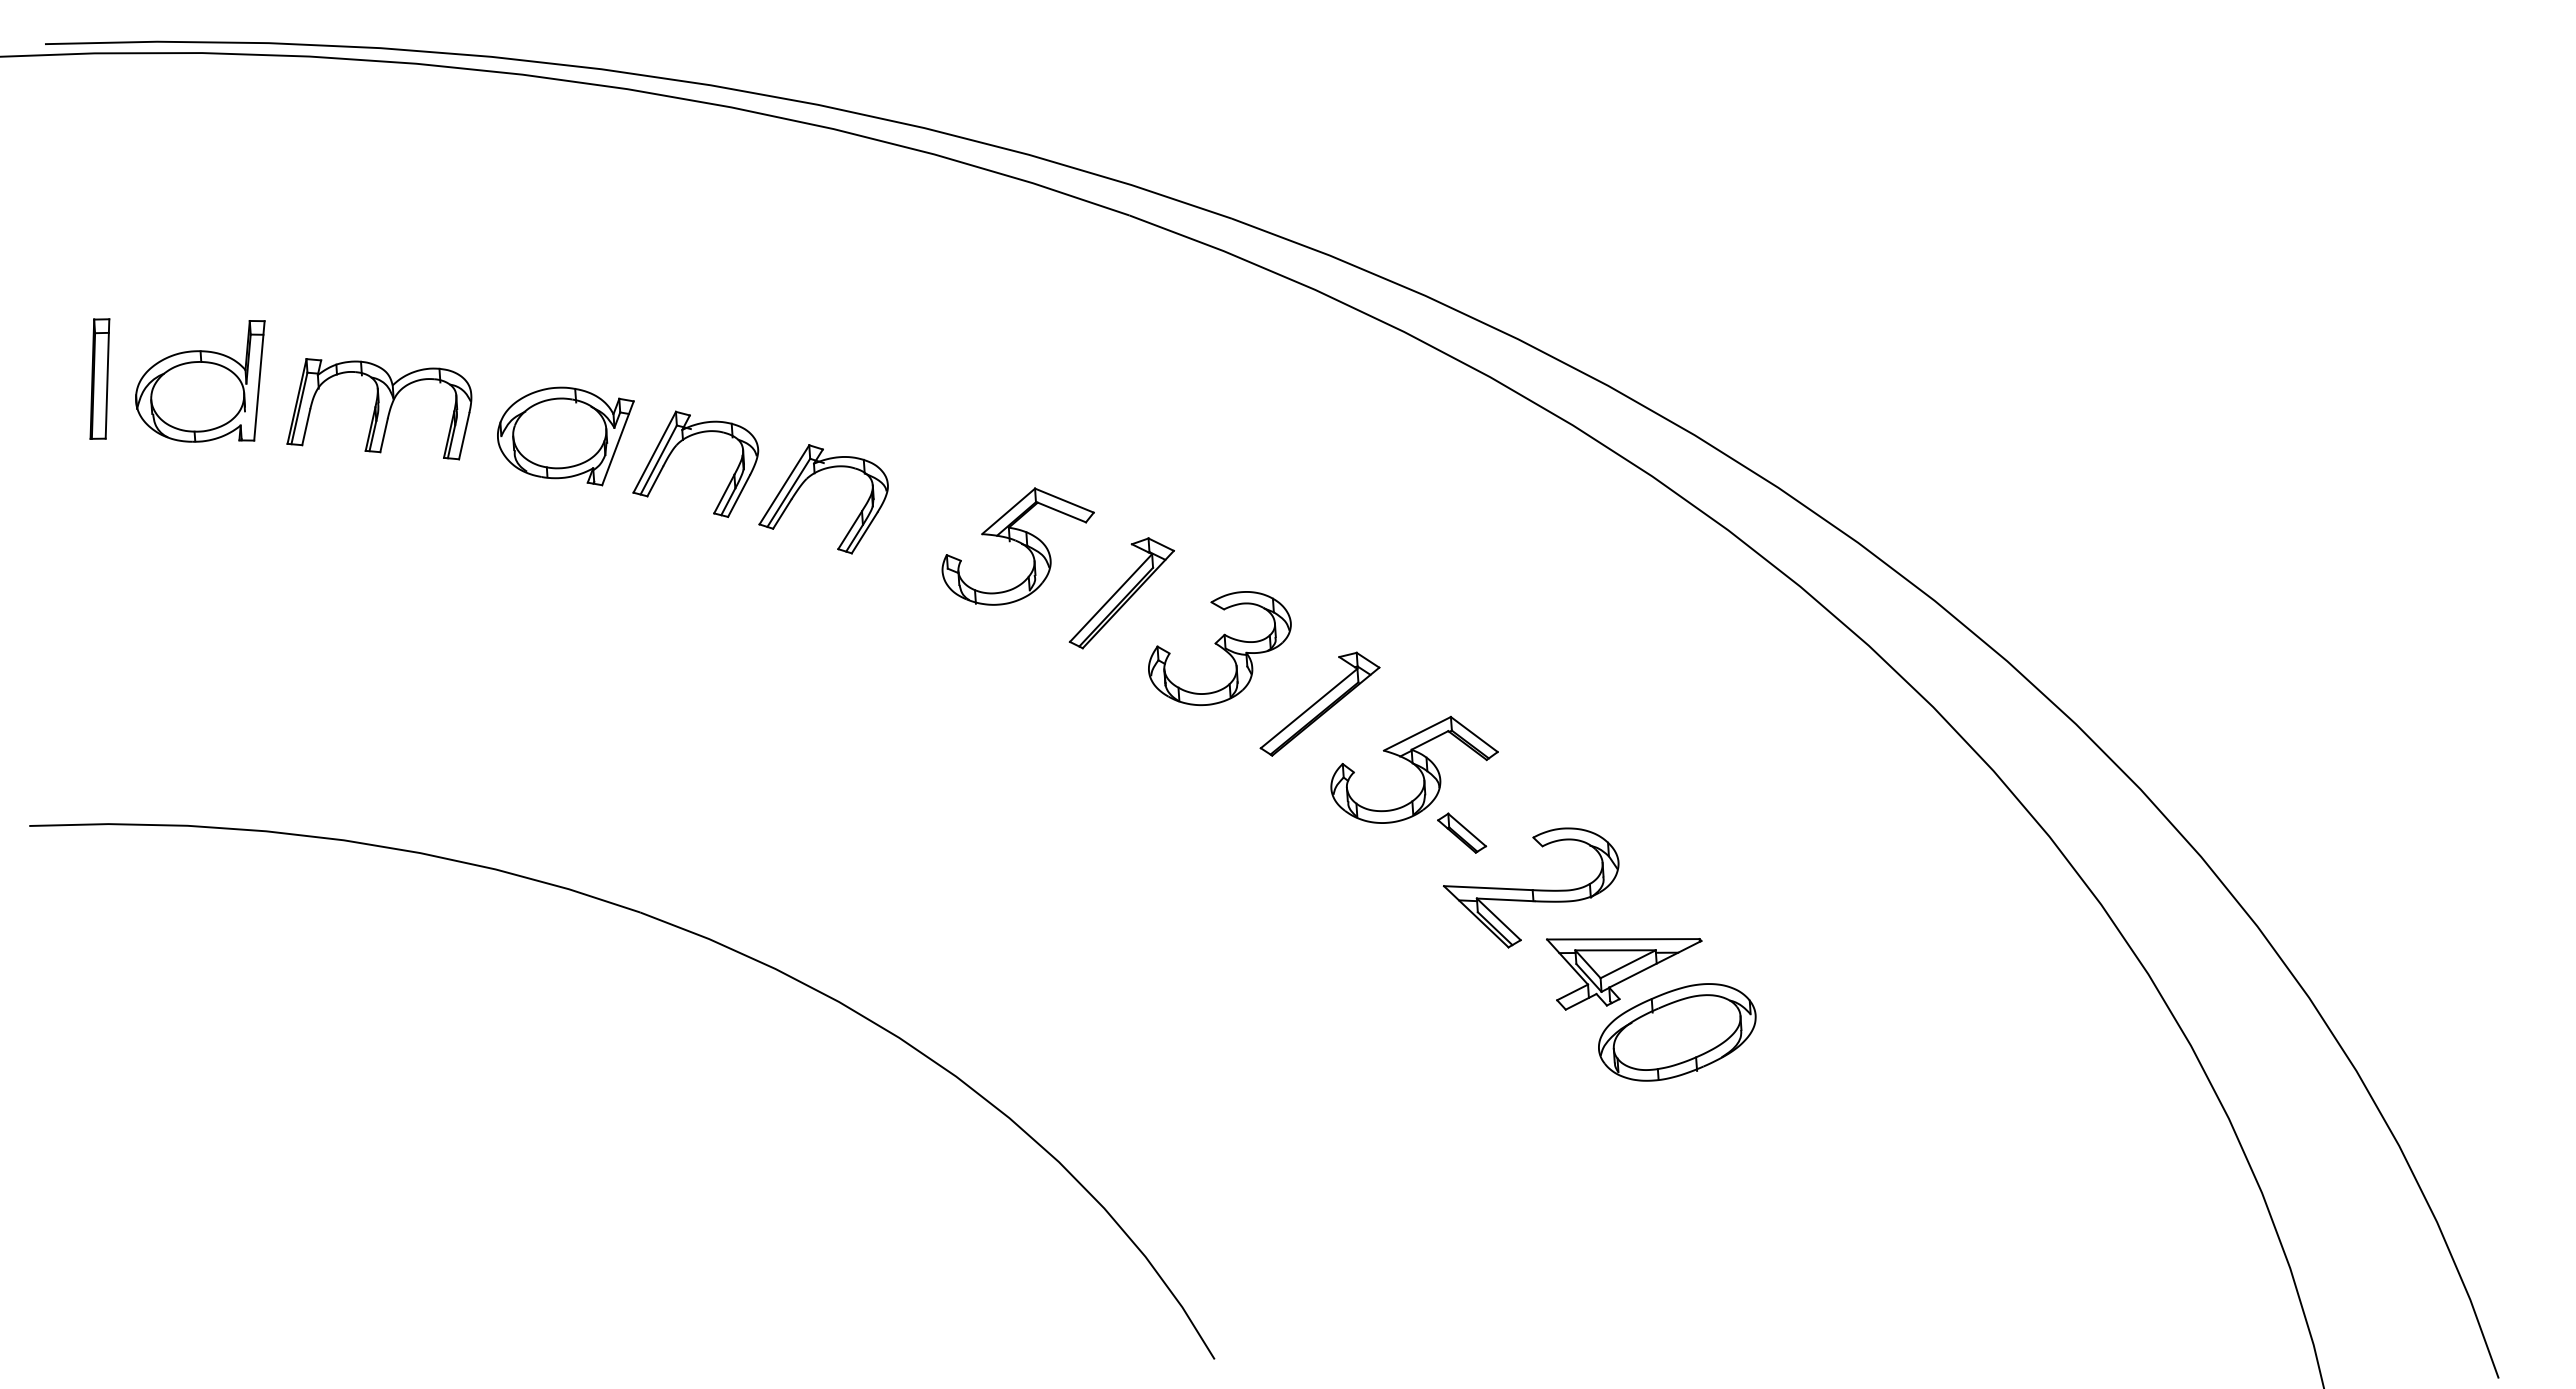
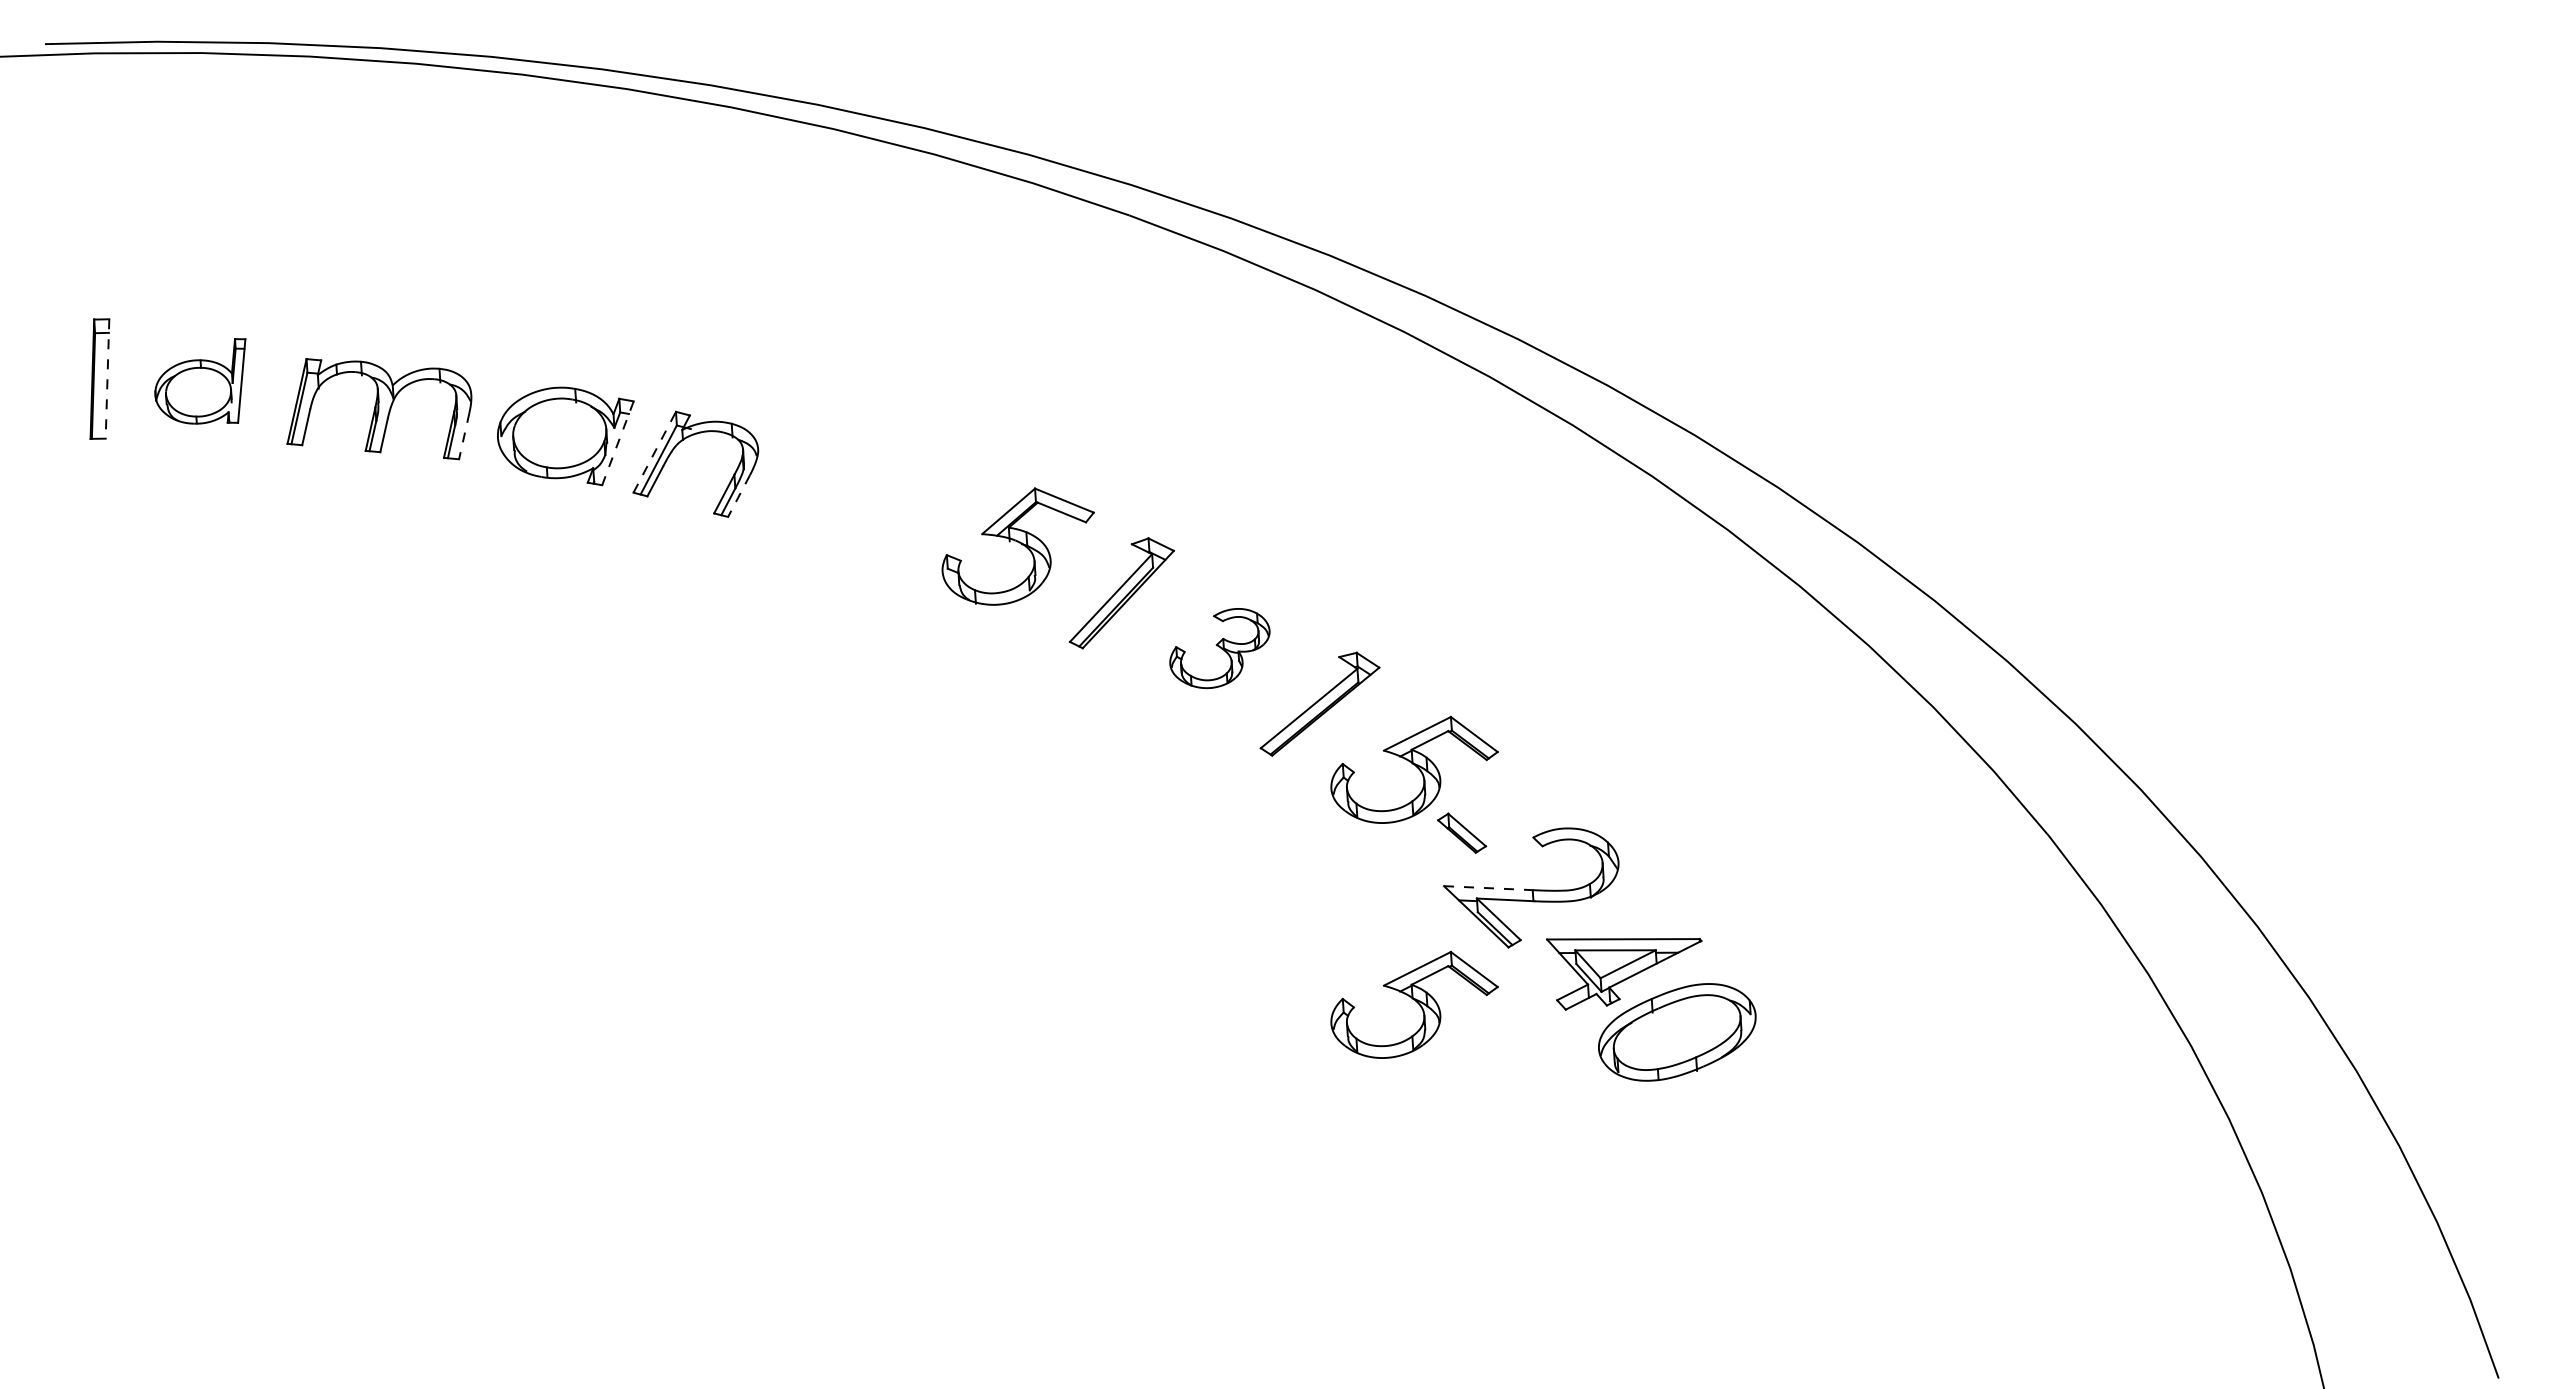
line at (107, 378): solid -> dashed
part at (200, 381) size: 131x123 px -> 93x87 px
line at (464, 436): solid -> dashed
line at (617, 443): solid -> dashed
line at (654, 452): solid -> dashed
part at (802, 485): present -> none
line at (739, 496): solid -> dashed
part at (1219, 648) size: 144x115 px -> 102x82 px
line at (1488, 888): solid -> dashed
part at (688, 932): present -> none
part at (1414, 1004): none -> present
